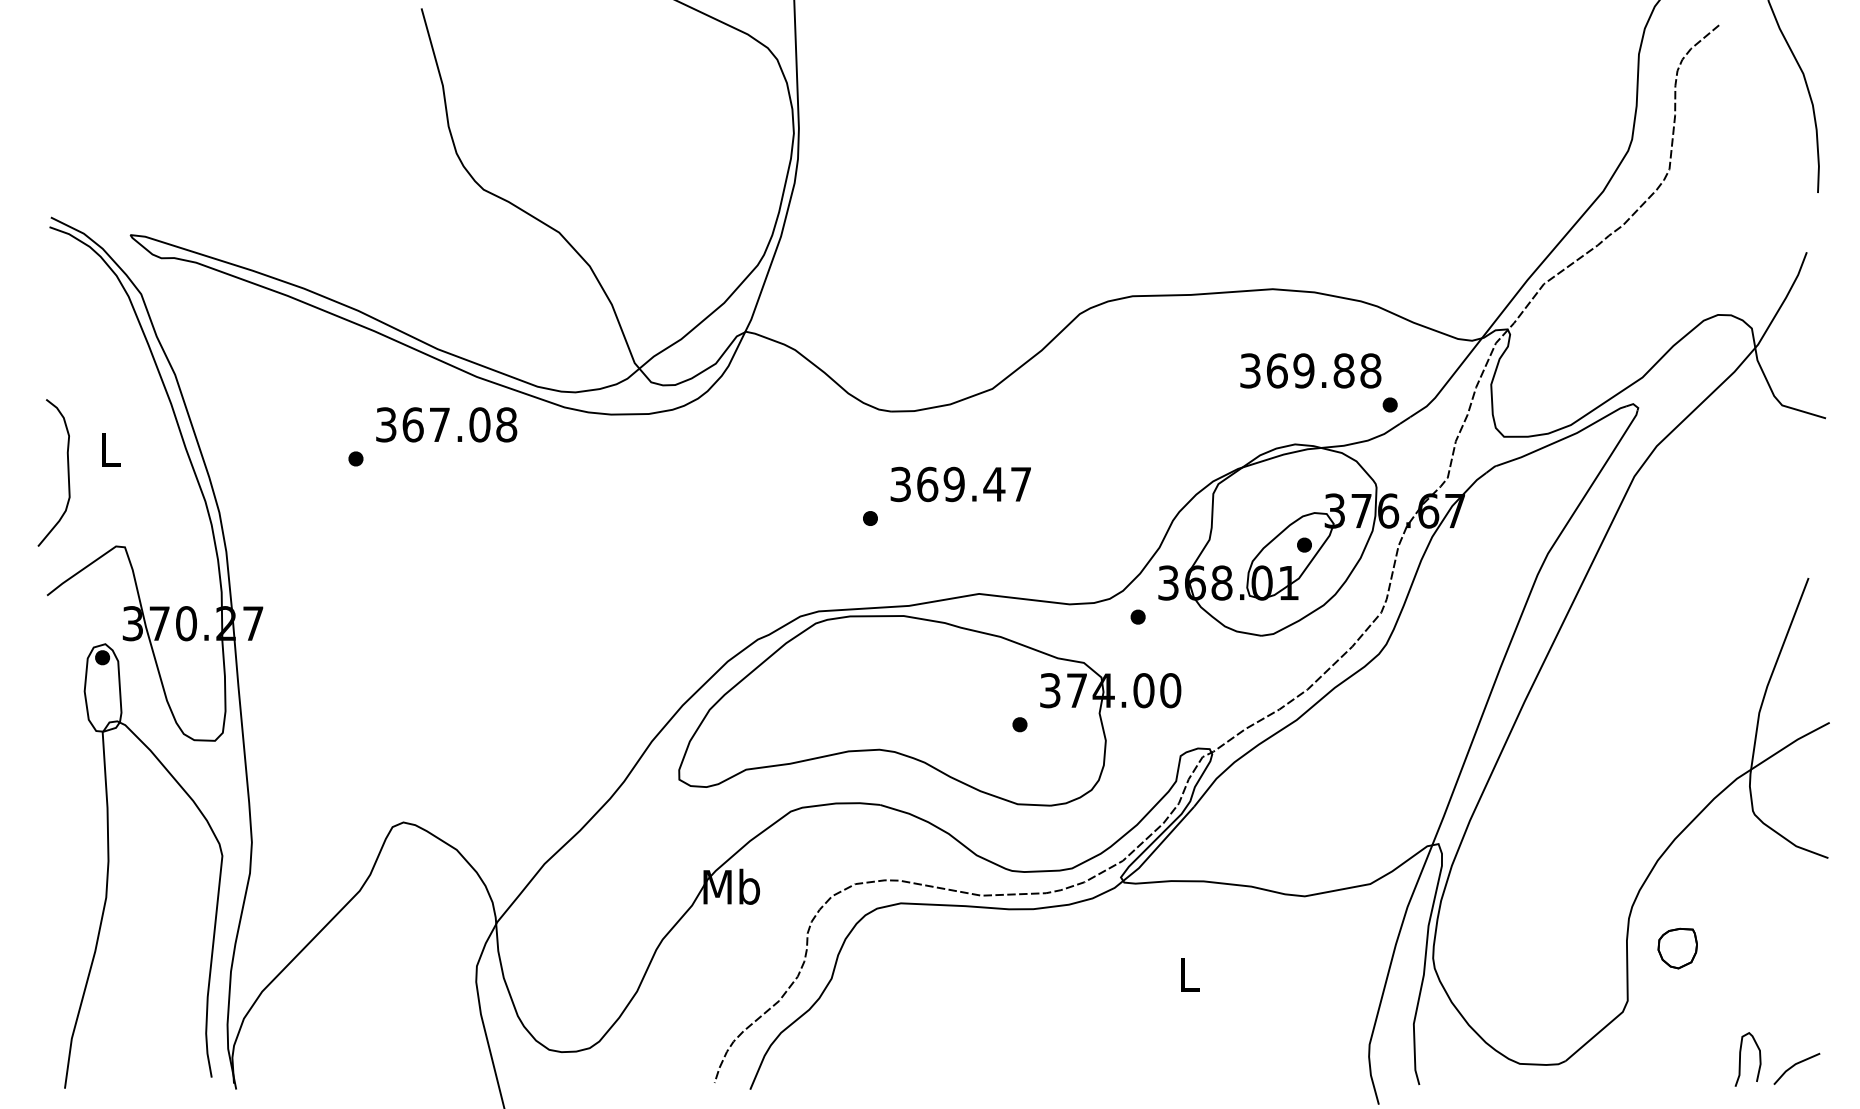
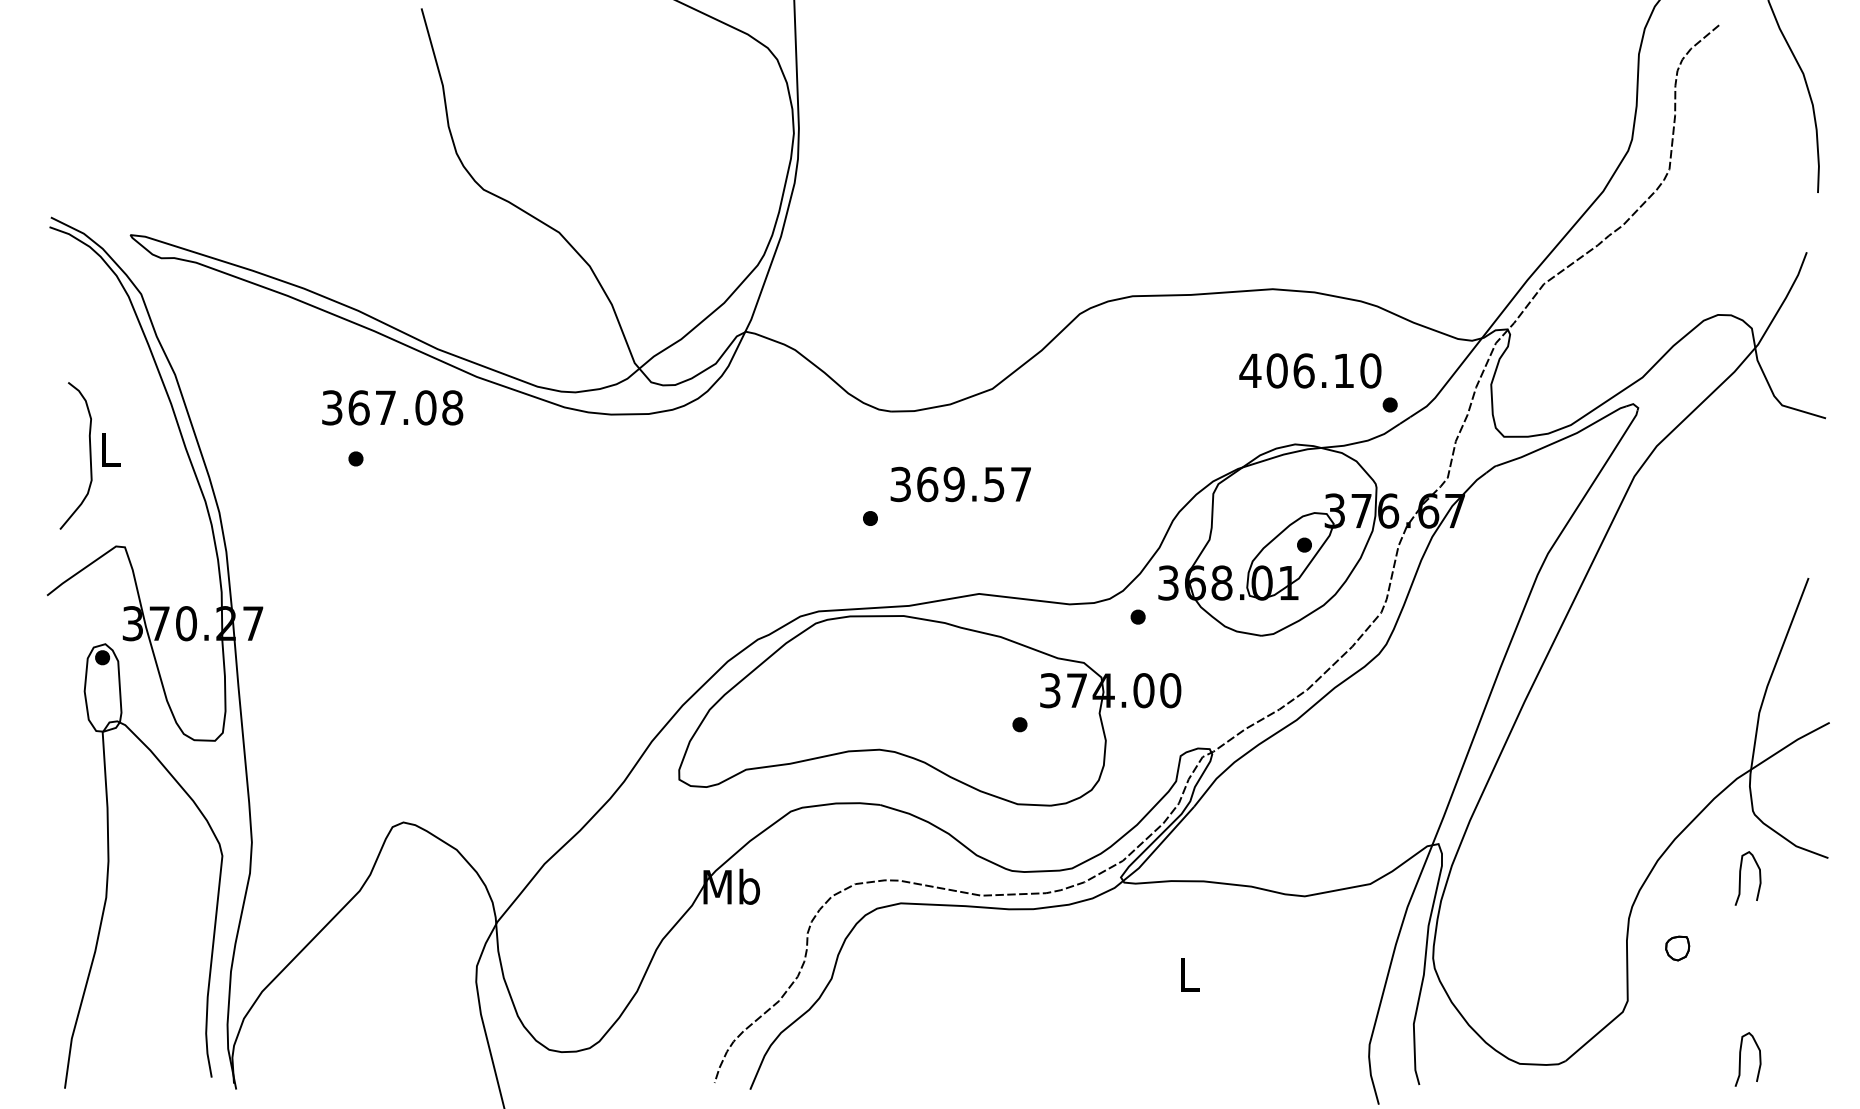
text at (1310, 370): 369.88 -> 406.10
text at (446, 424) position: (446, 424) -> (392, 407)
curve at (67, 472) position: (67, 472) -> (89, 455)
text at (994, 484): 369.47 -> 369.57
curve at (1740, 878): none -> present
part at (1677, 948) size: 41x43 px -> 26x27 px
line at (1794, 1066): present -> none
